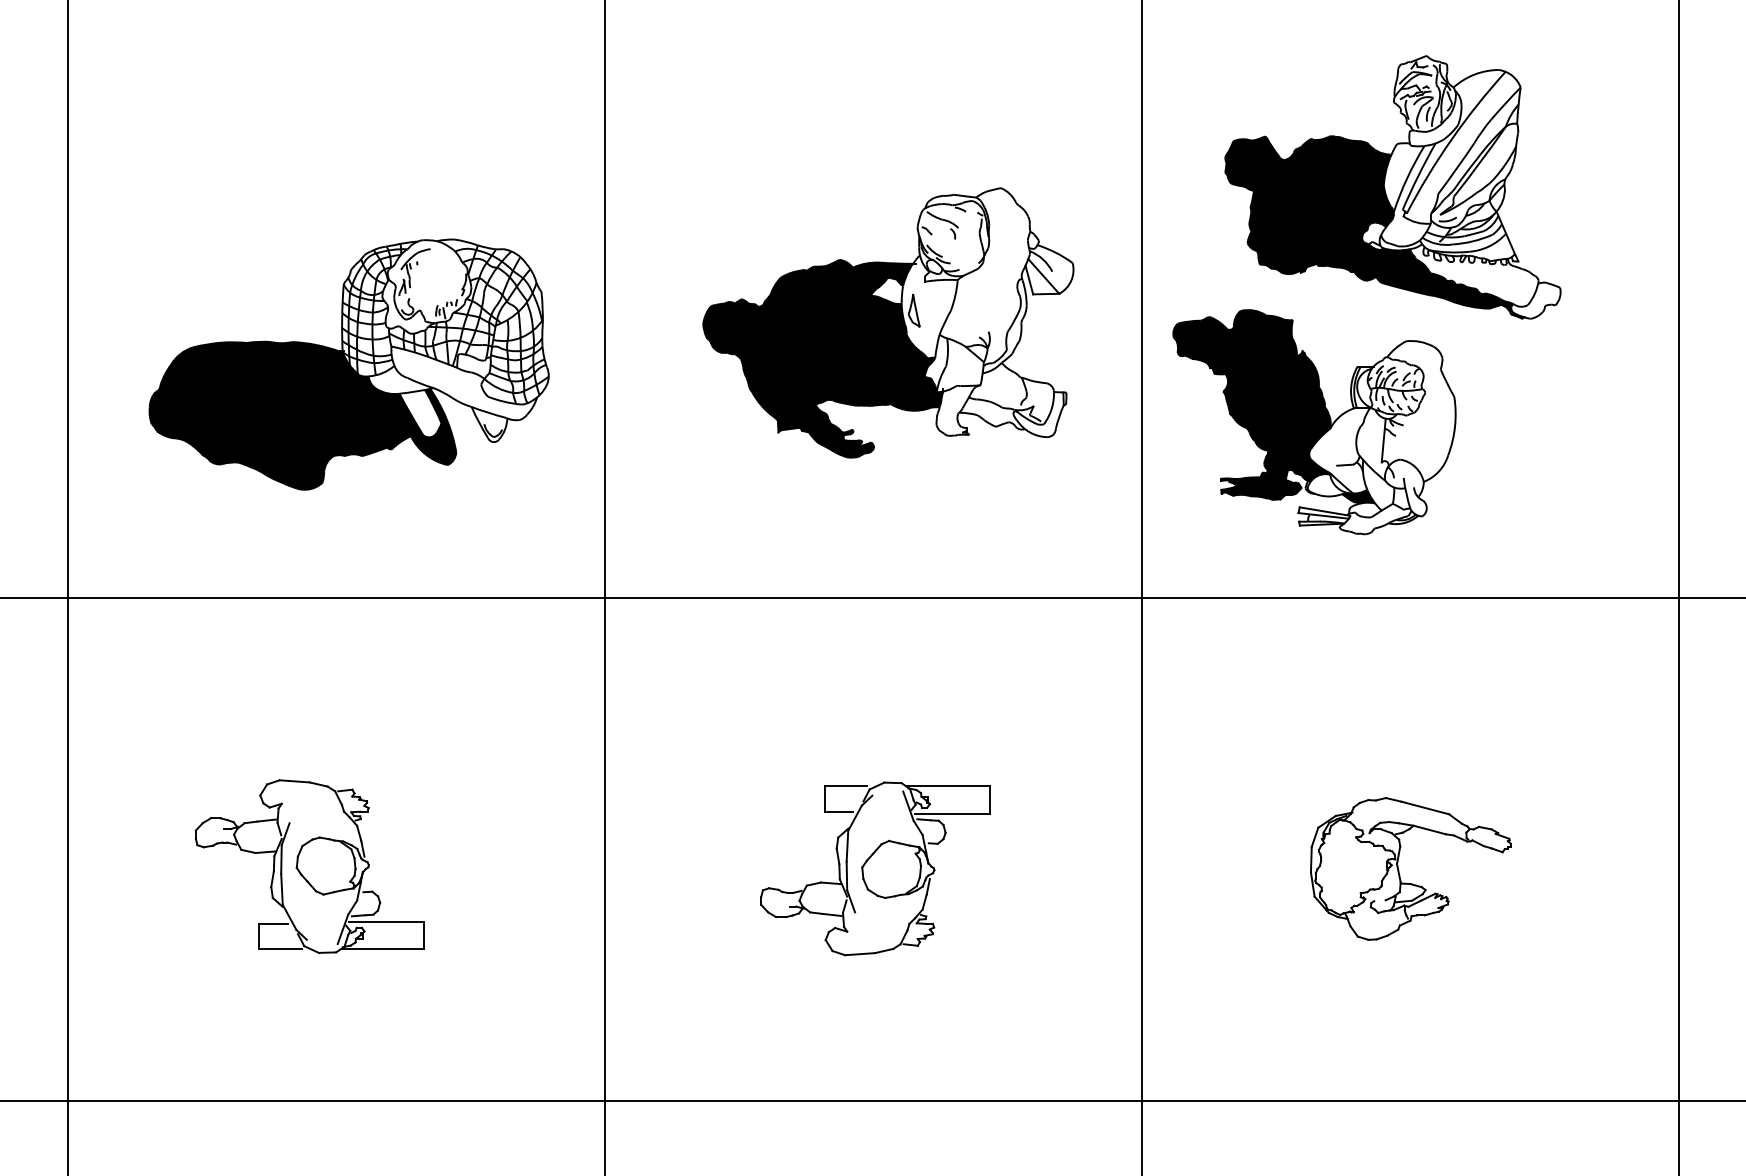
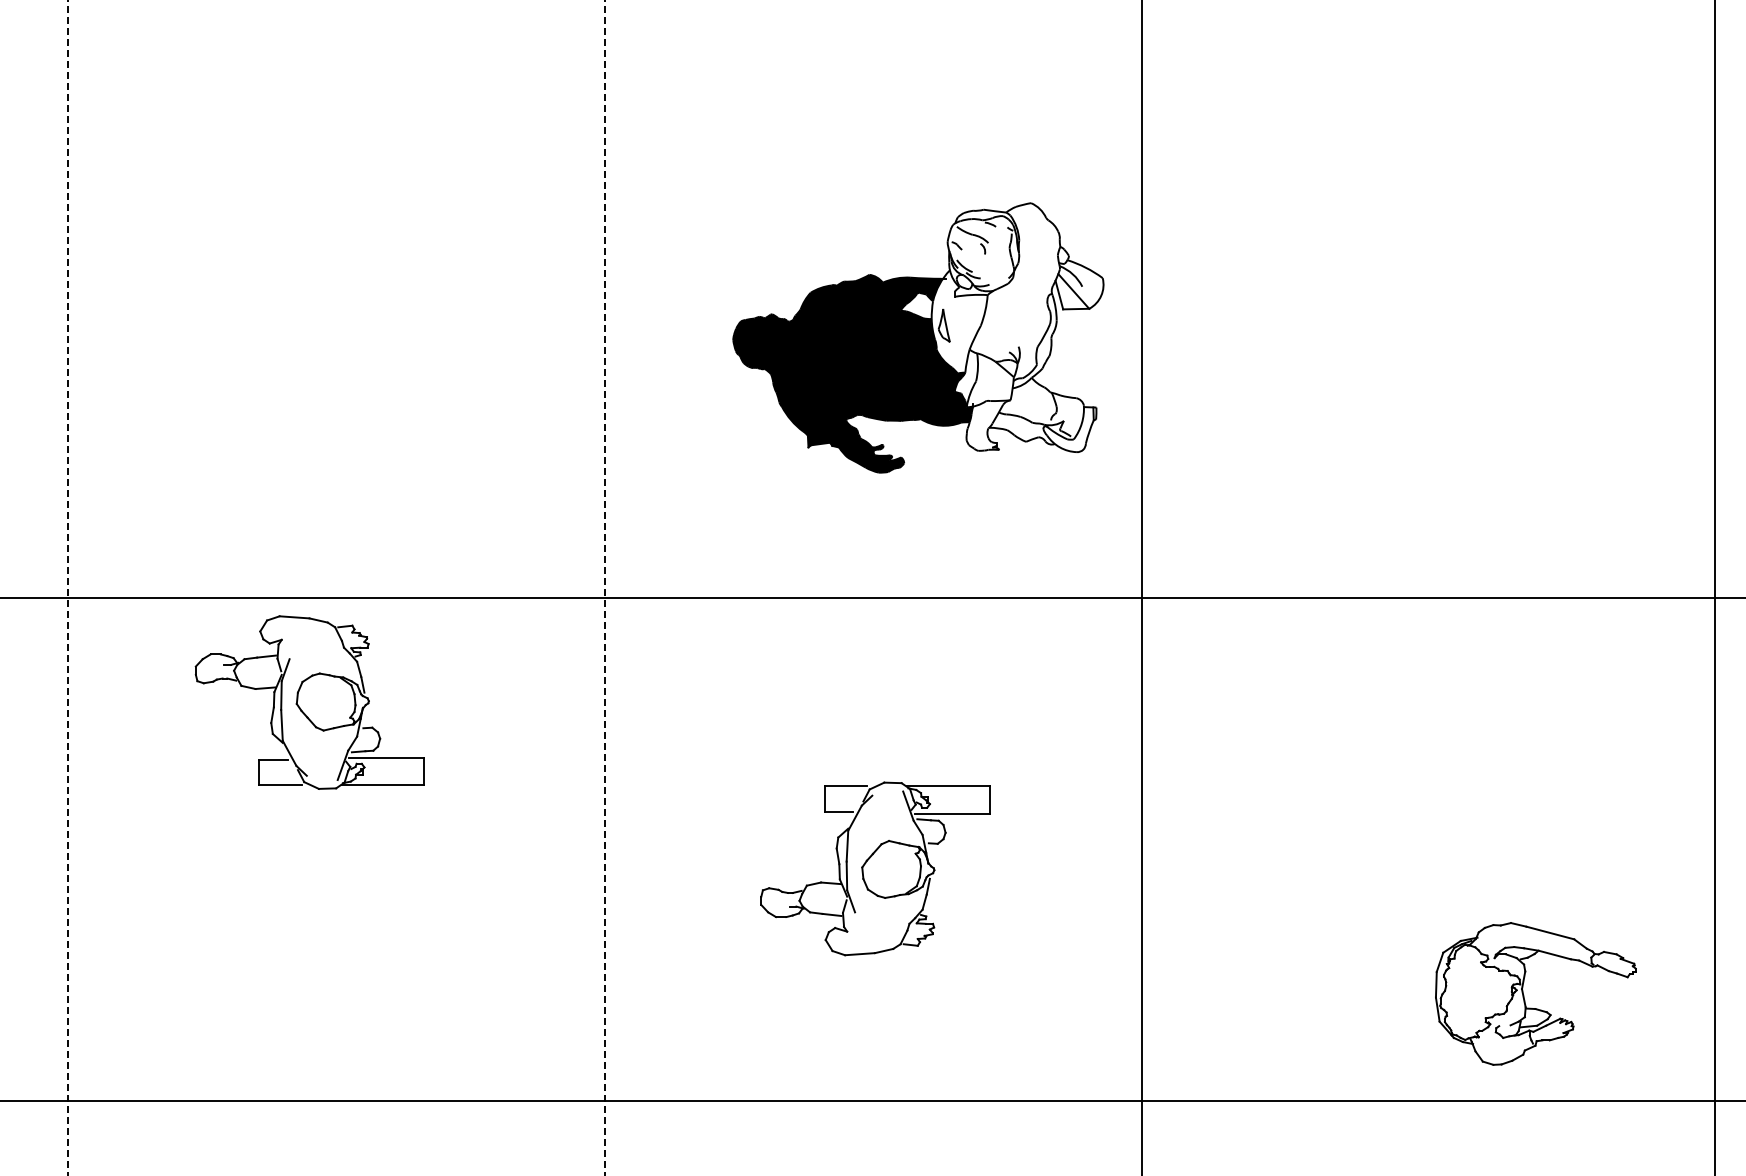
part at (1366, 281): present -> none
part at (888, 322) position: (888, 322) -> (918, 337)
part at (348, 364): present -> none
line at (1679, 587) position: (1679, 587) -> (1715, 587)
line at (68, 588): solid -> dashed
line at (605, 588): solid -> dashed
part at (309, 866) position: (309, 866) -> (309, 702)
part at (1399, 870) position: (1399, 870) -> (1524, 995)
